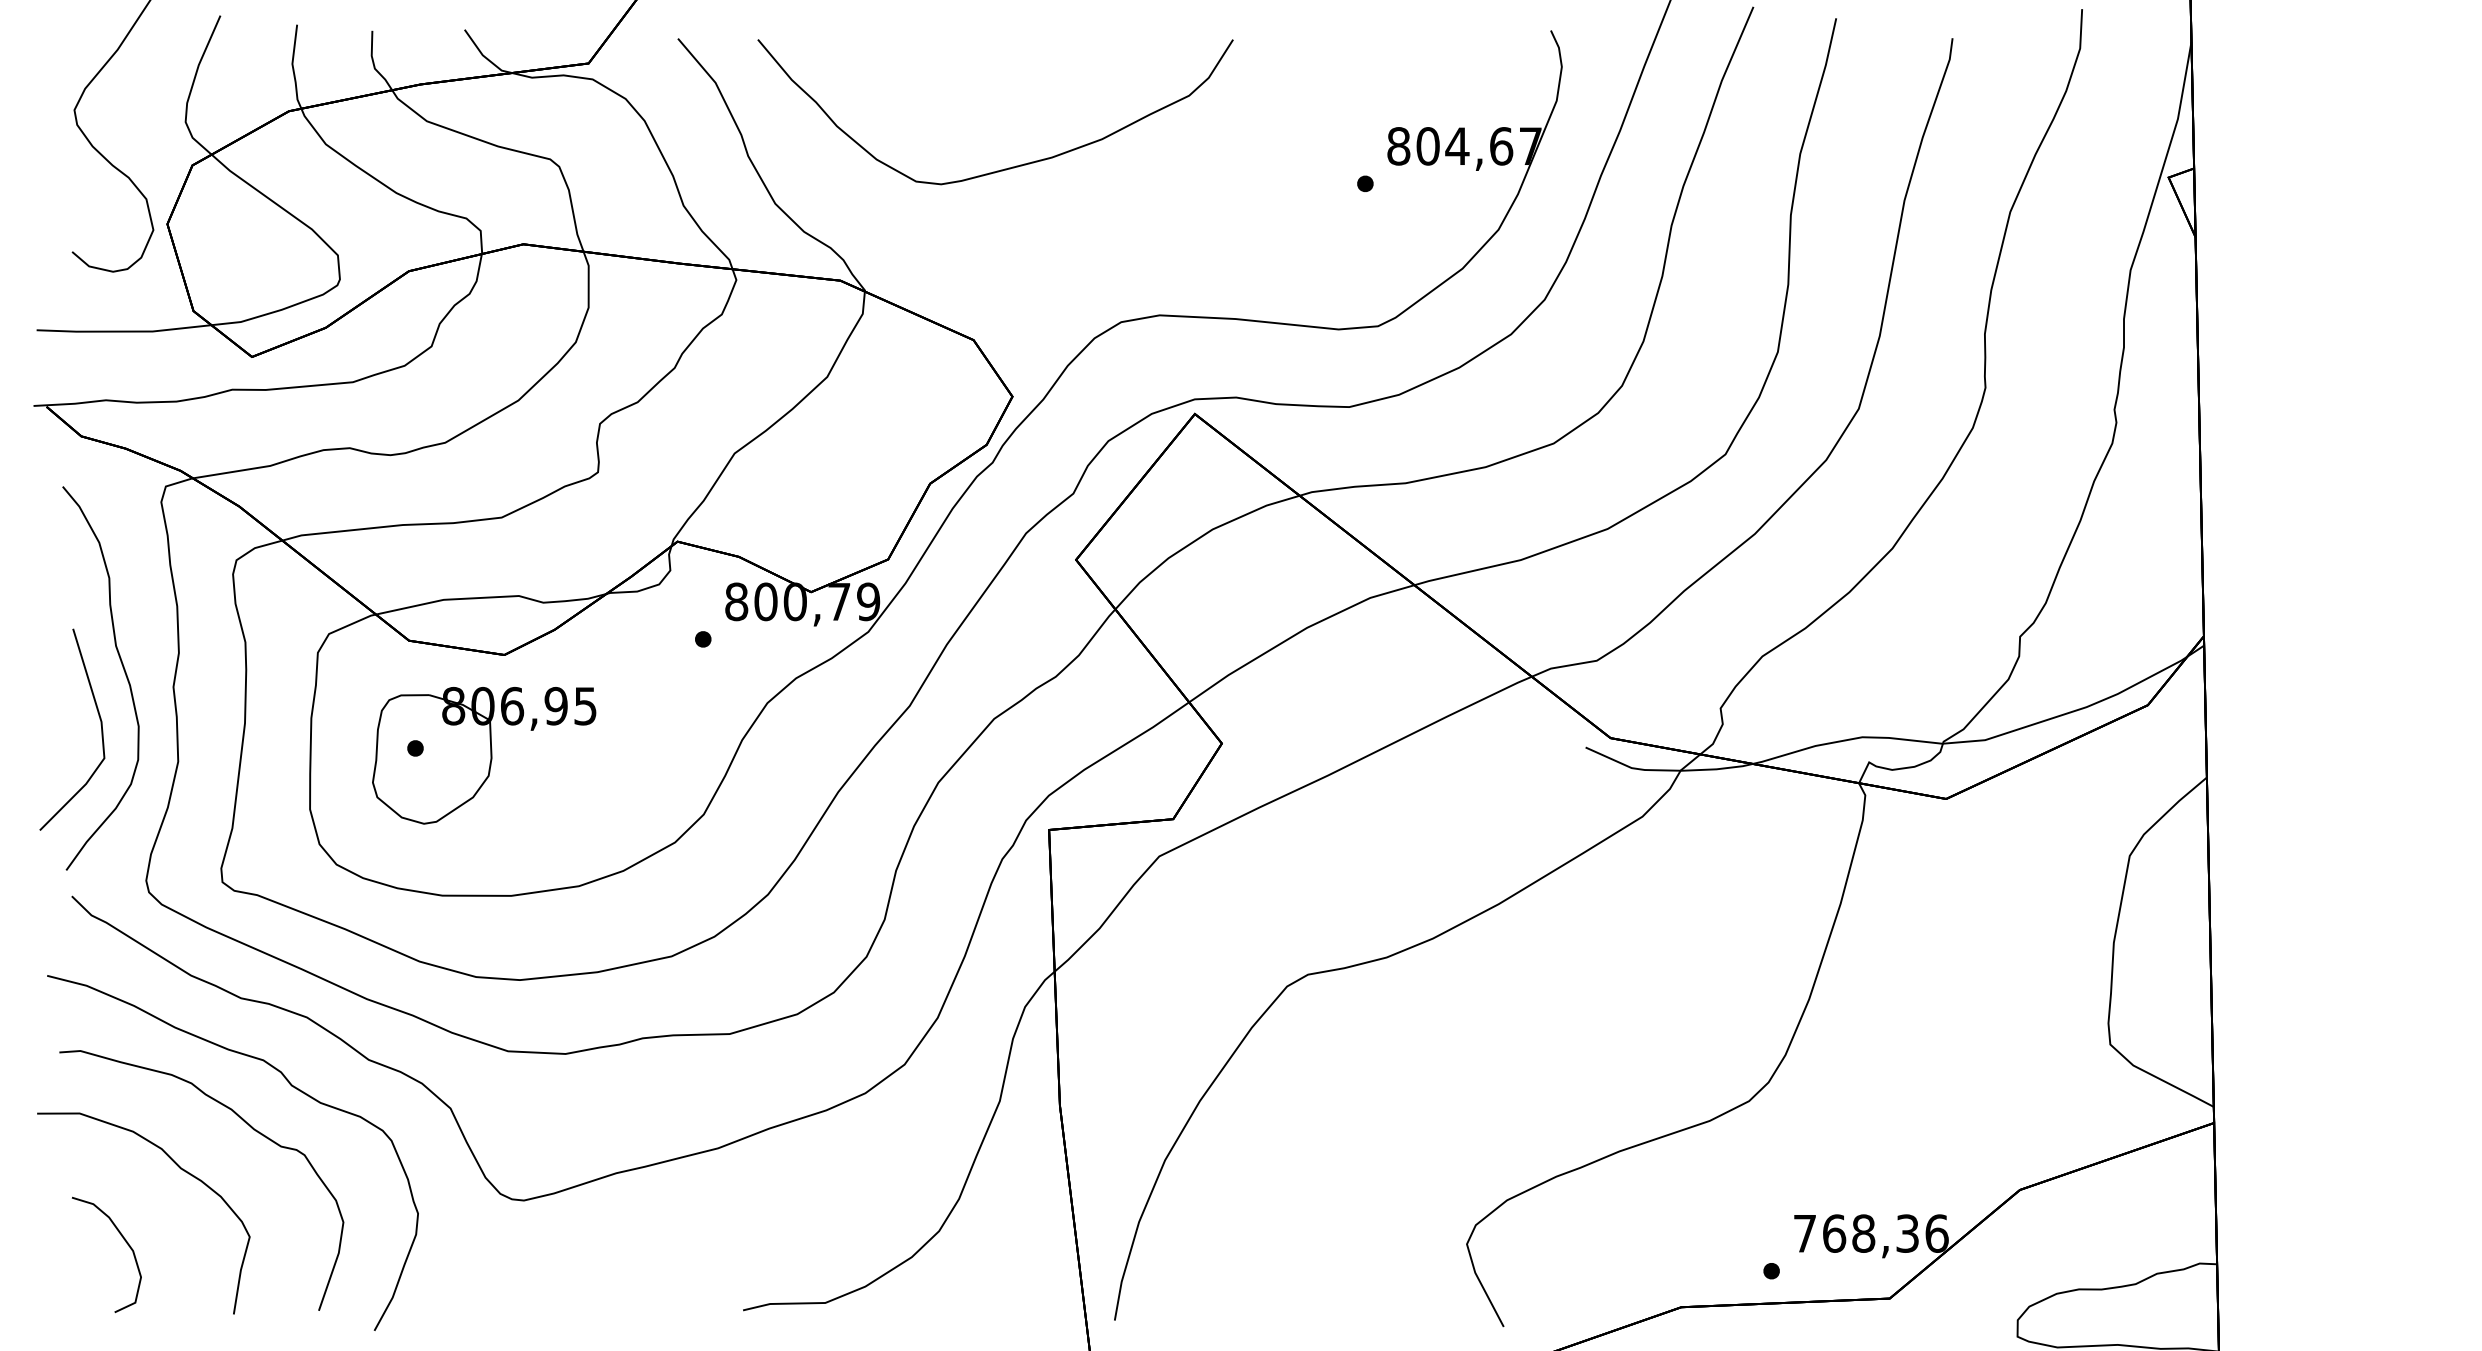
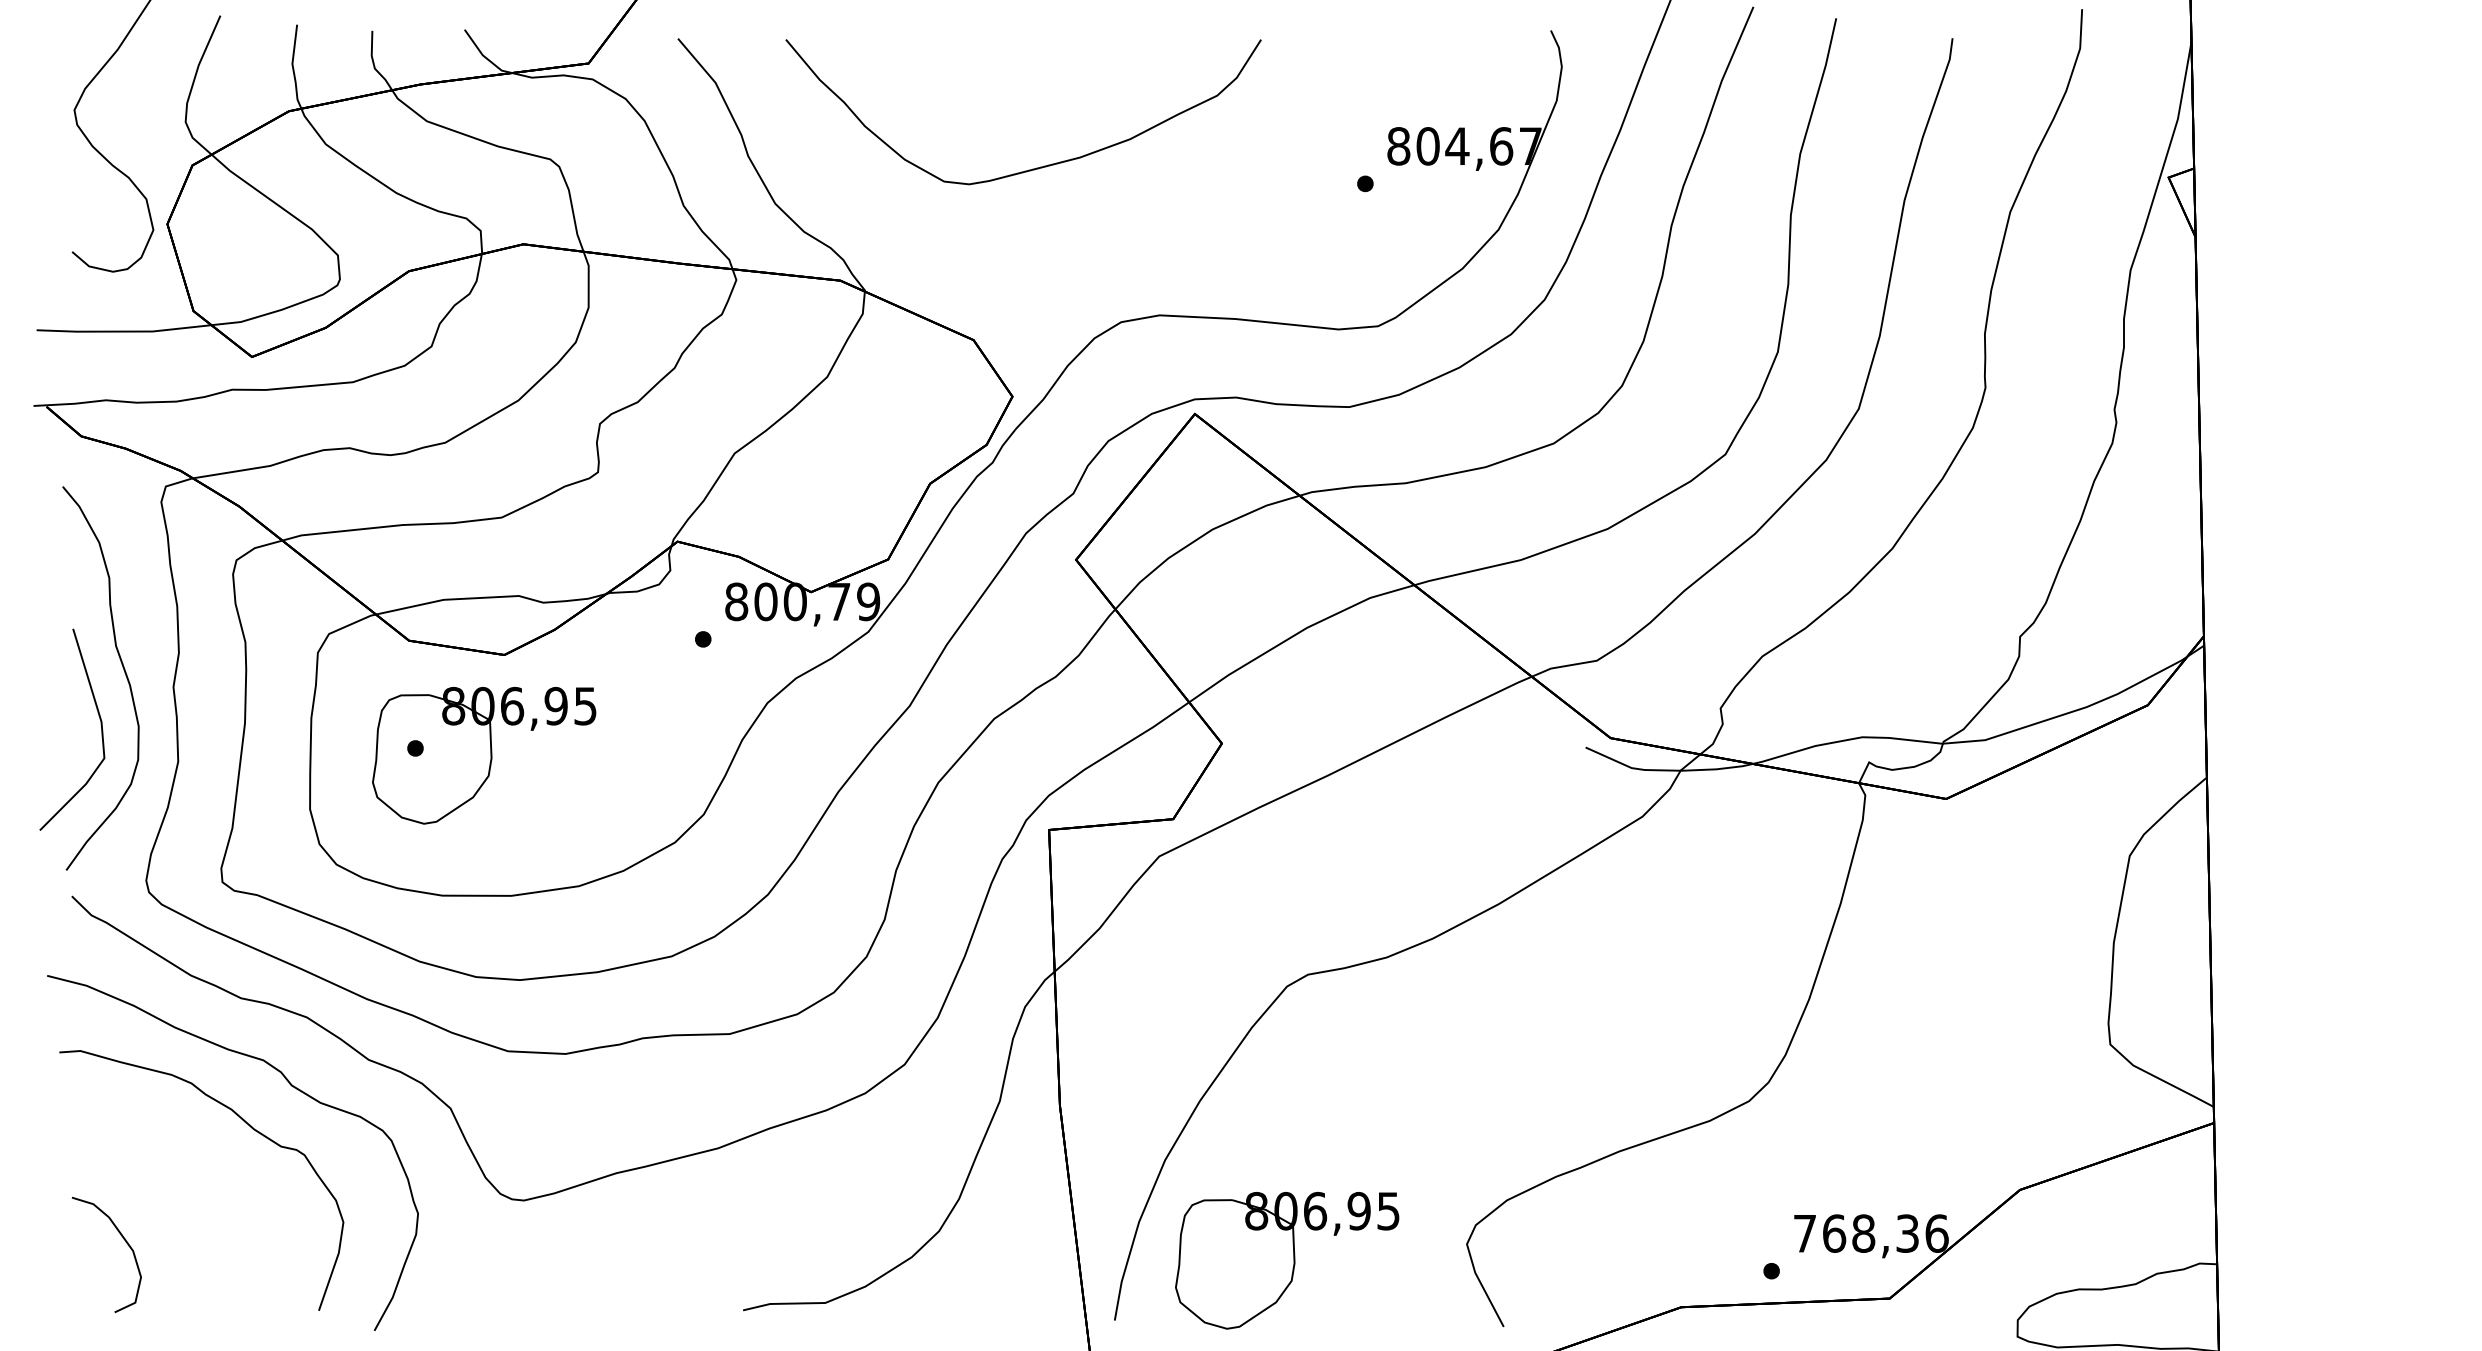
curve at (1008, 167) position: (1008, 167) -> (1036, 167)
curve at (180, 1169): present -> none
part at (1287, 1260): none -> present
